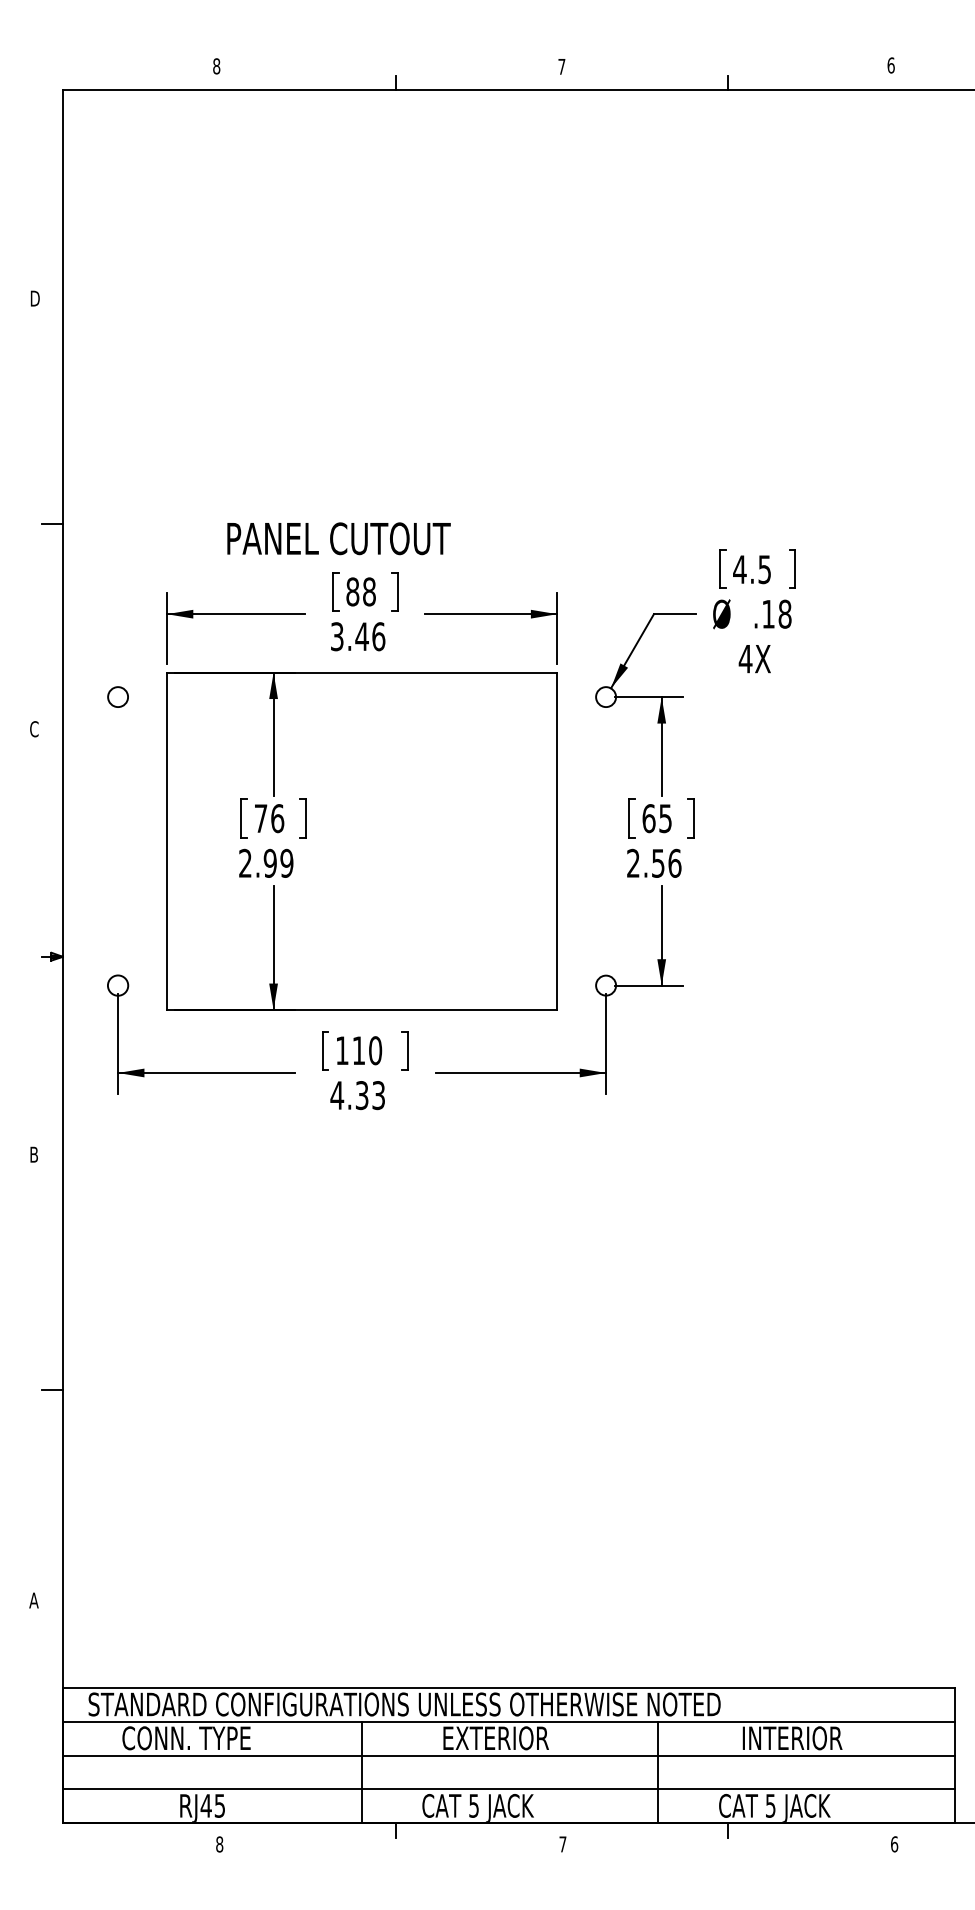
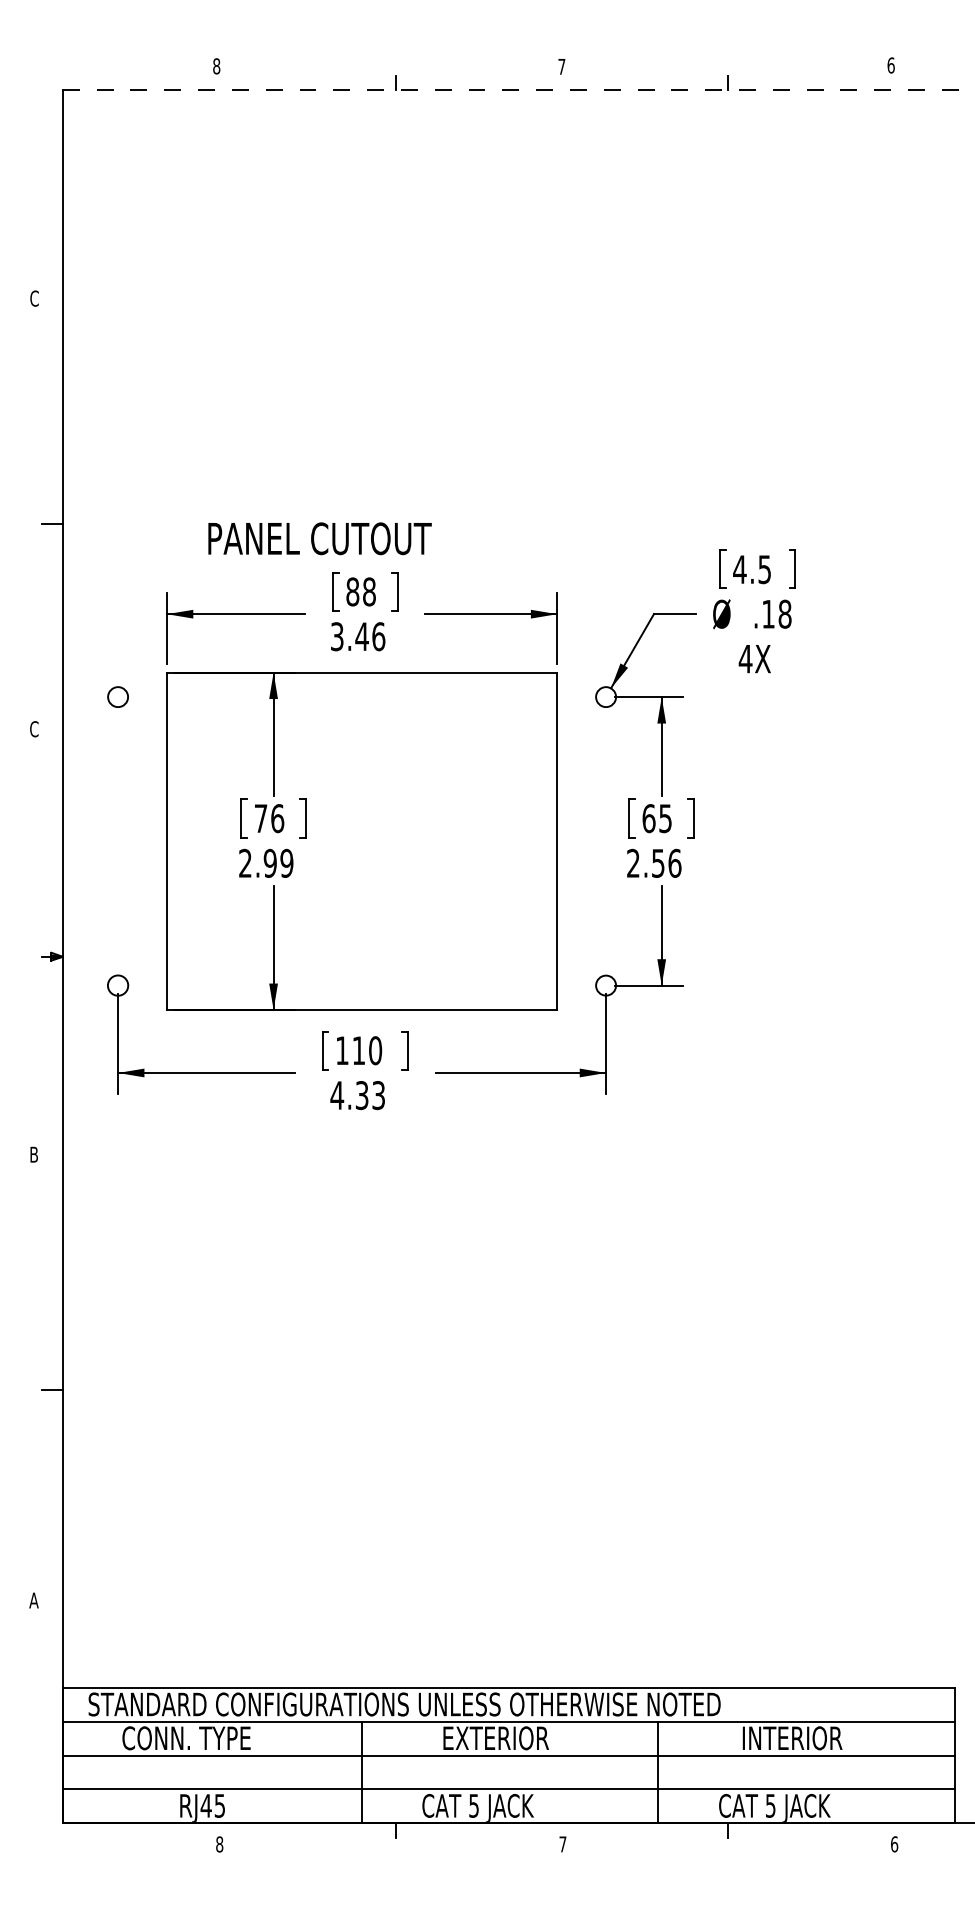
line at (518, 90): solid -> dashed
text at (34, 298): D -> C
text at (338, 538) position: (338, 538) -> (319, 538)
